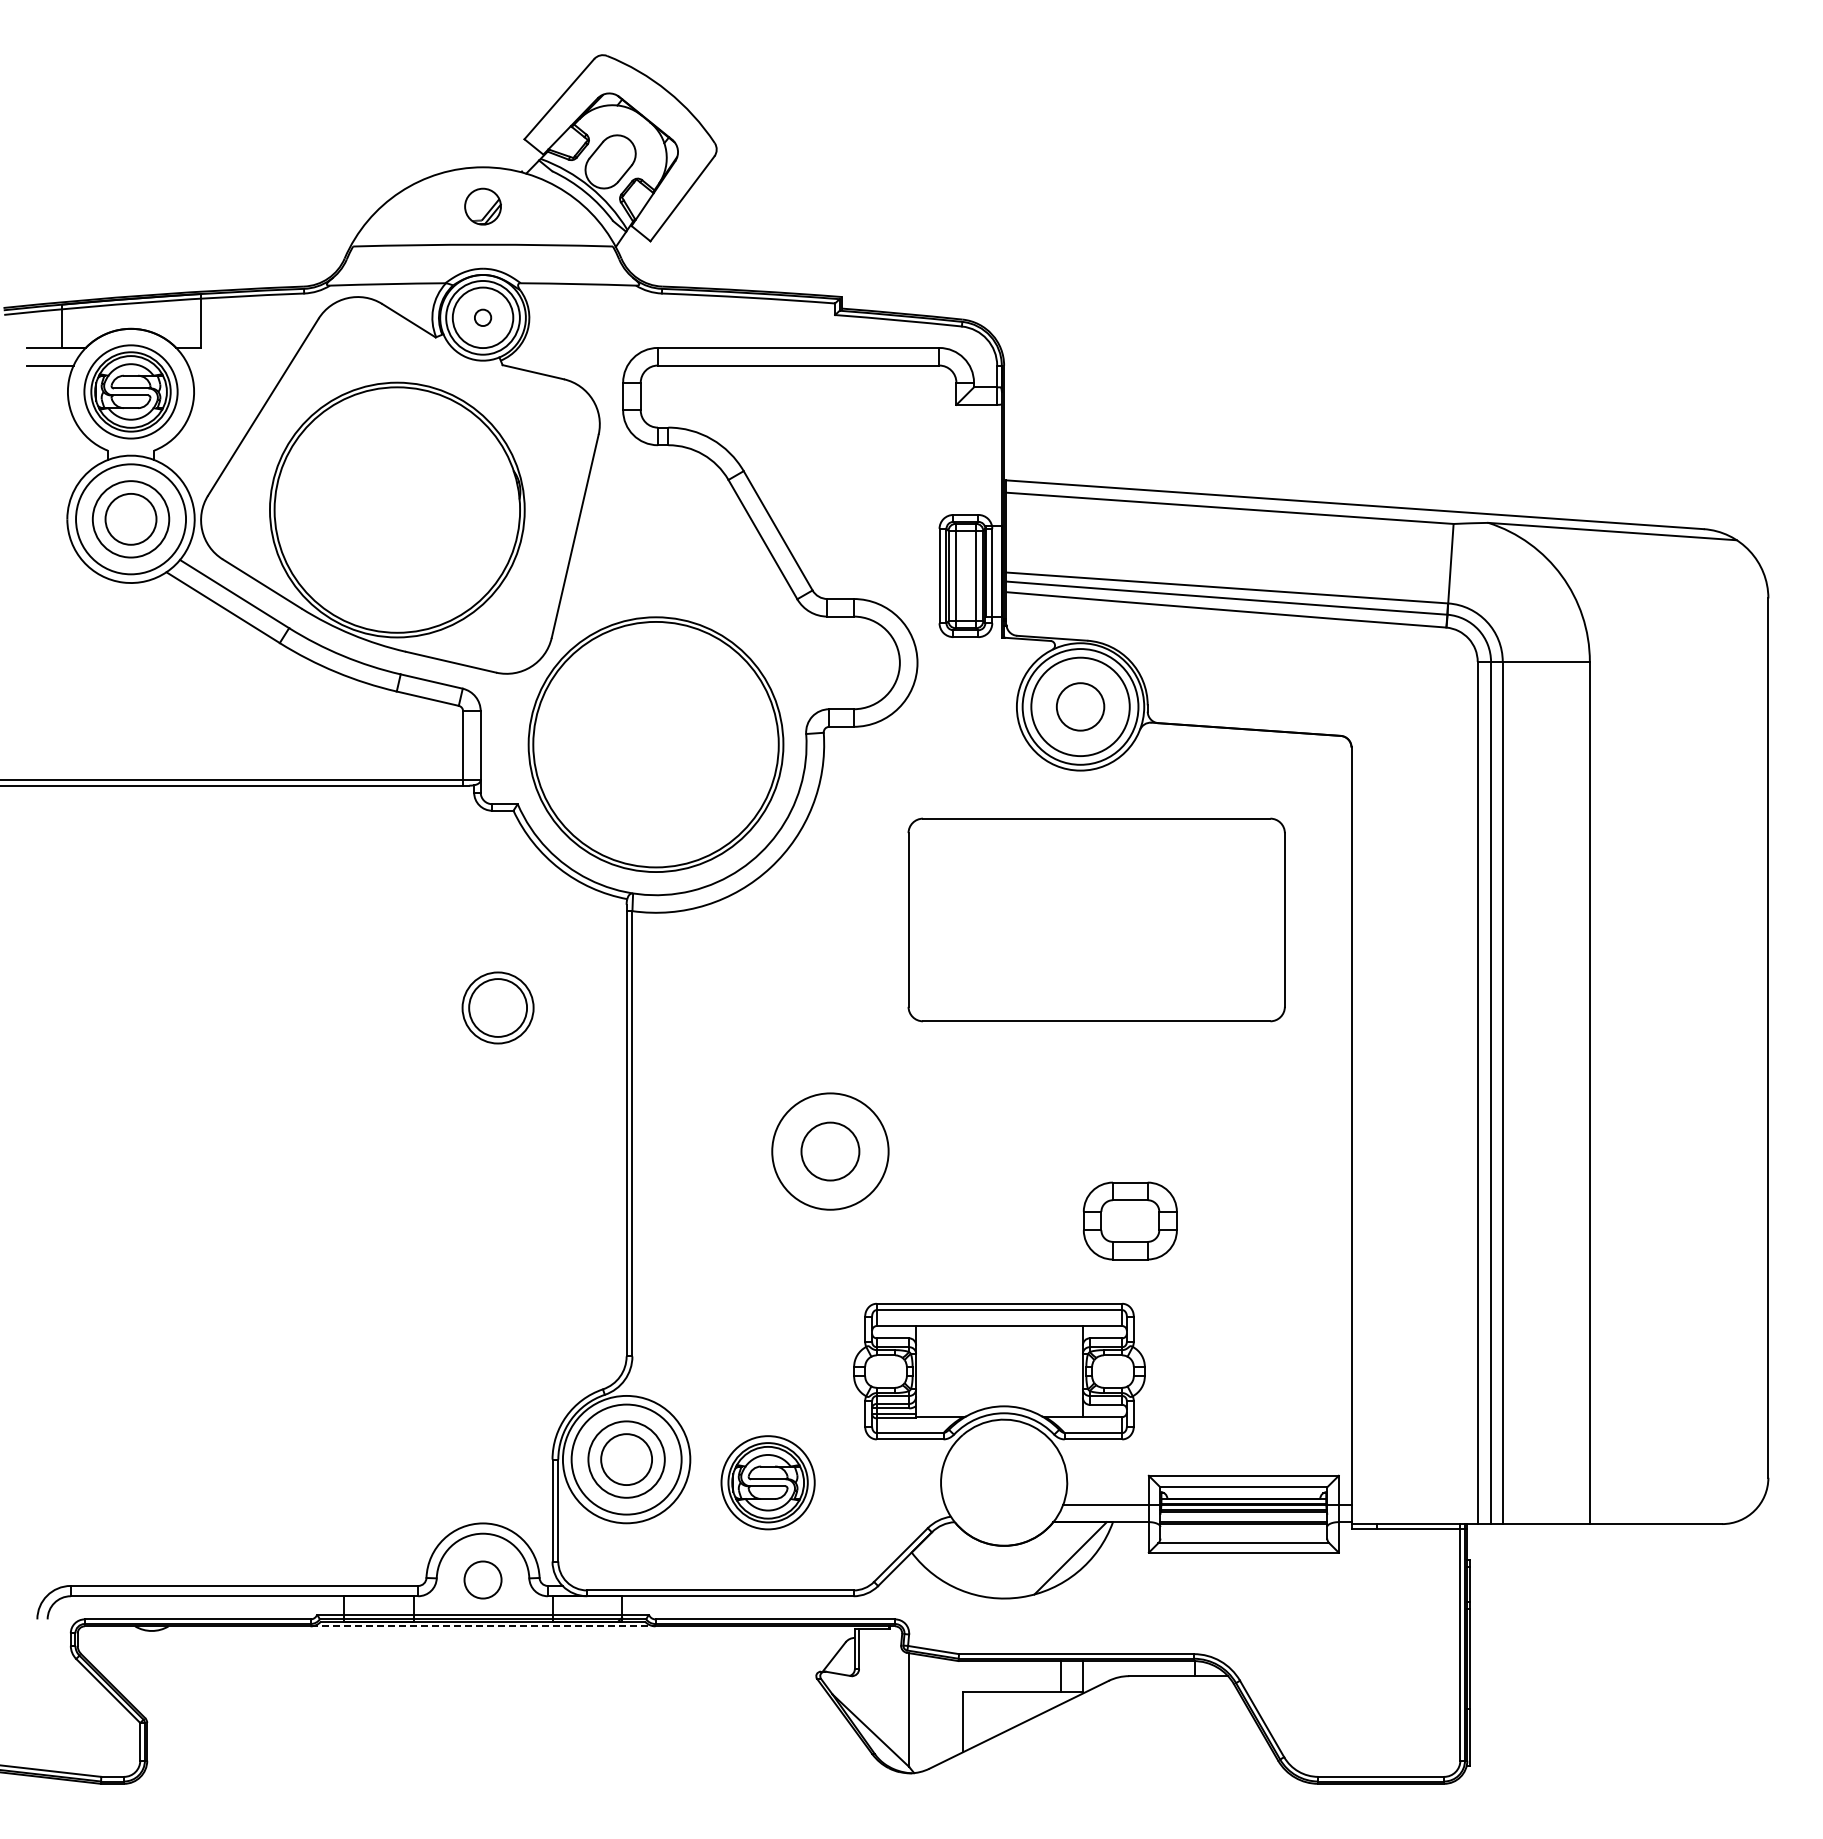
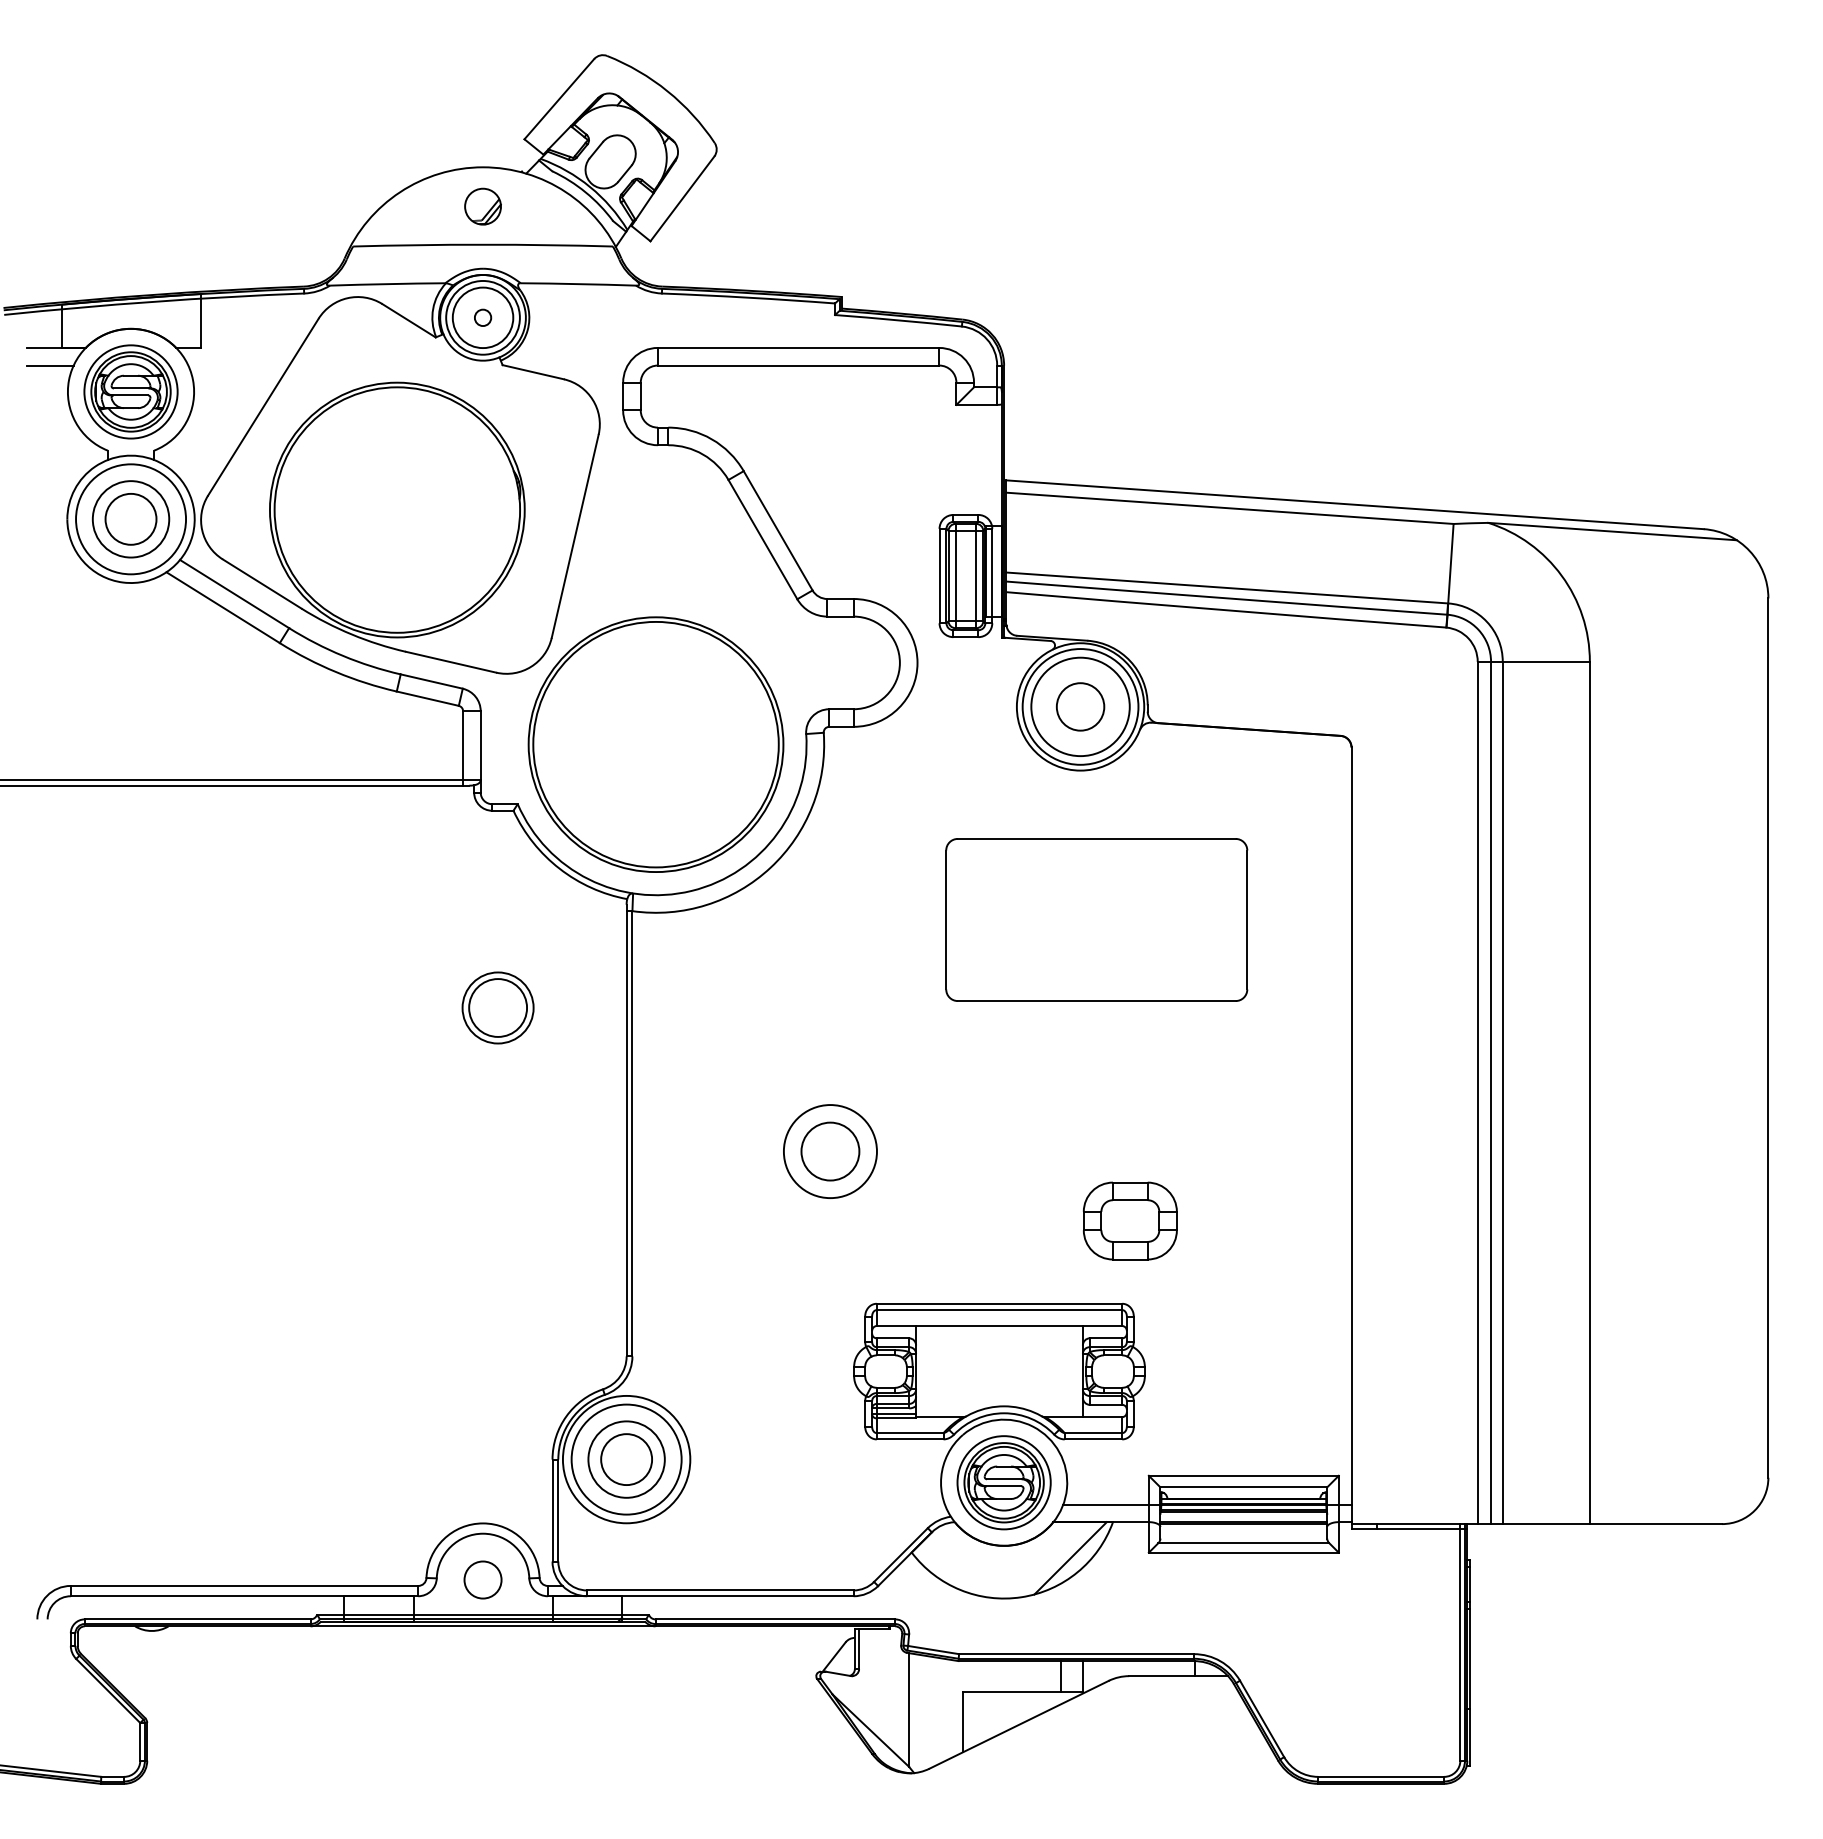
part at (1096, 919) size: 379x206 px -> 304x164 px
circle at (830, 1151) diameter: 116 px -> 93 px
part at (767, 1482) position: (767, 1482) -> (1003, 1482)
line at (483, 1626): dashed -> solid
